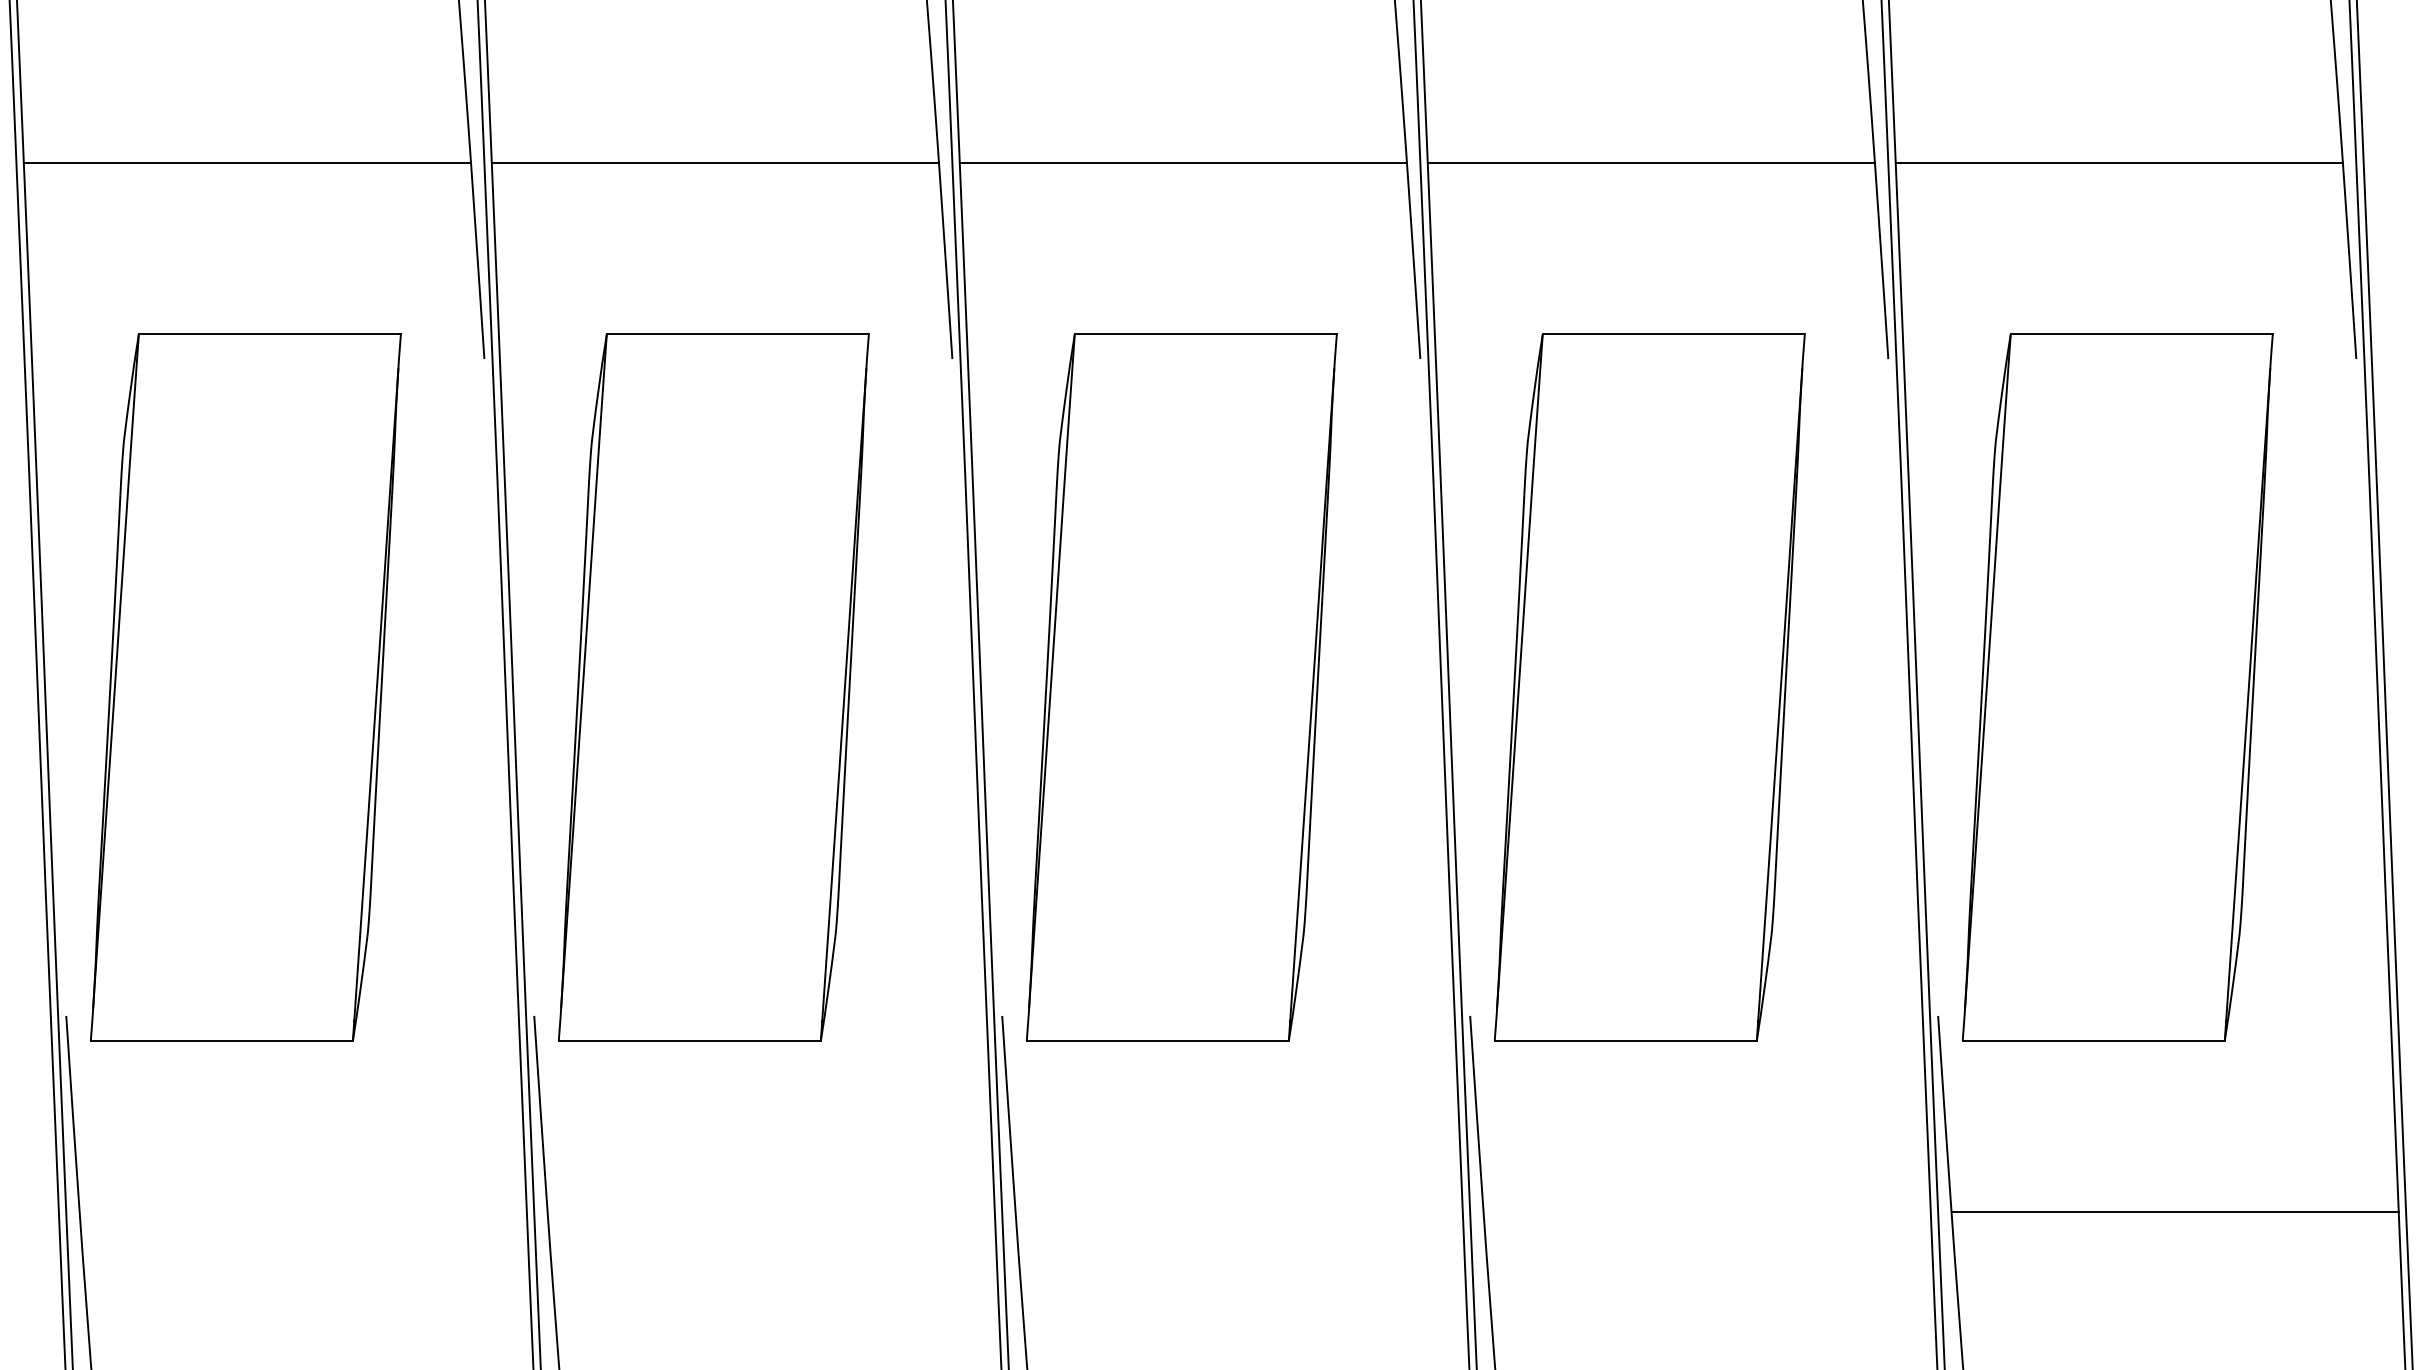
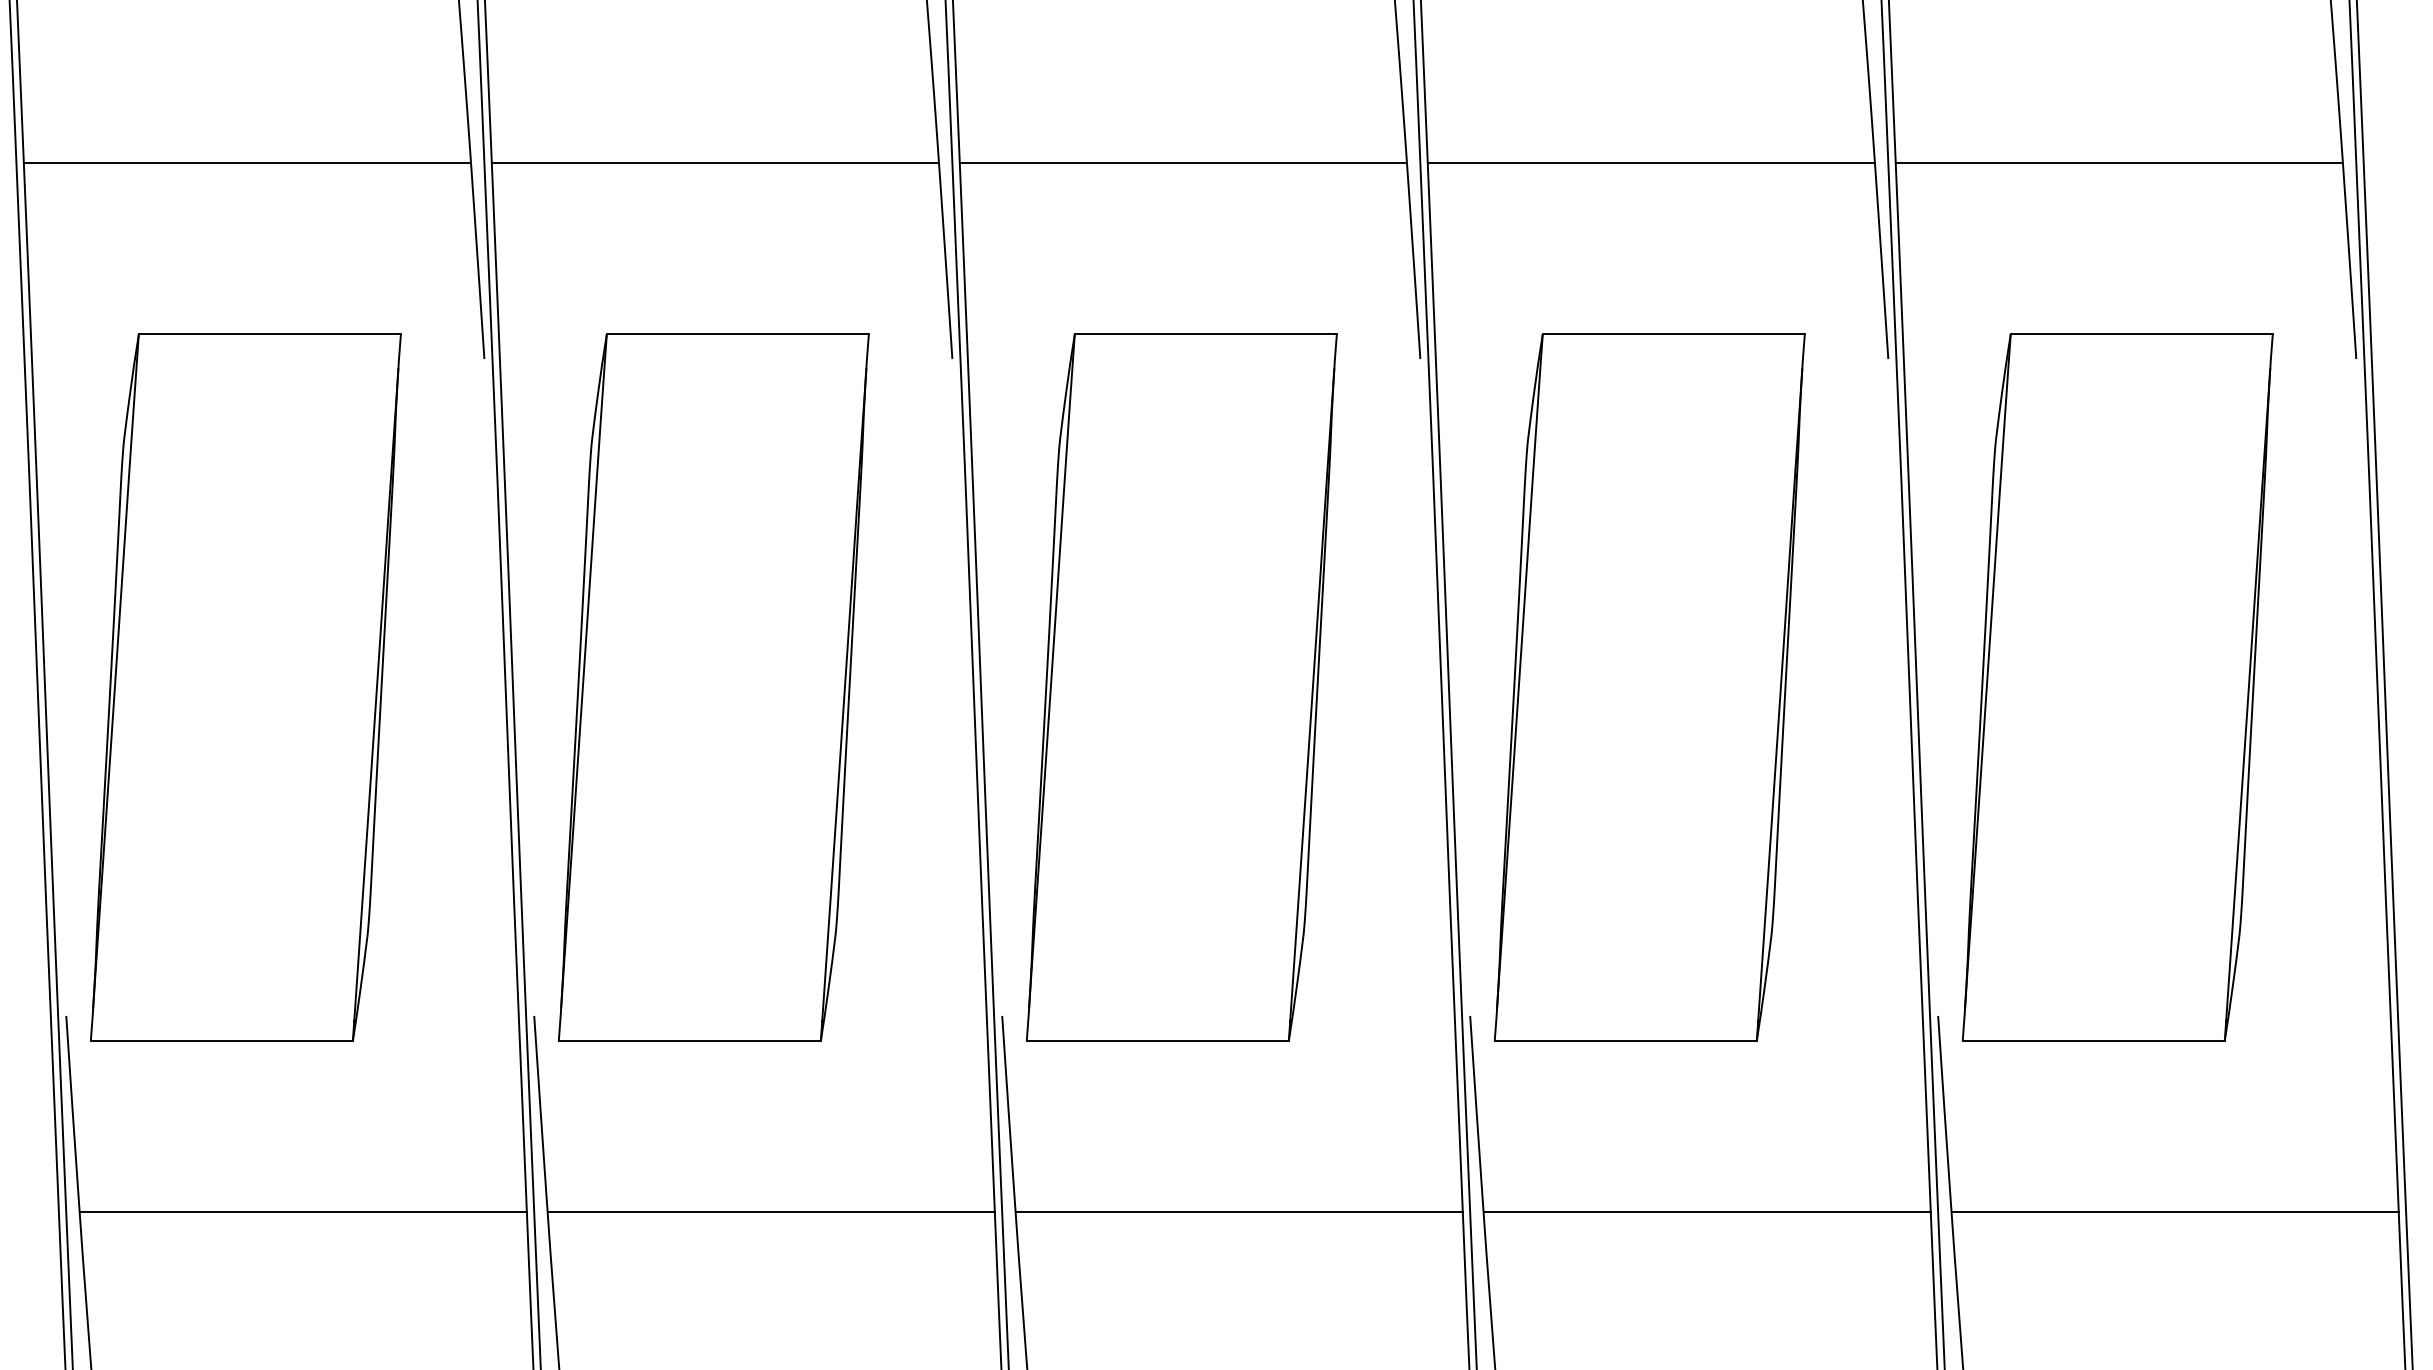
line at (302, 1211): none -> present
line at (770, 1211): none -> present
line at (1238, 1211): none -> present
line at (1706, 1211): none -> present
